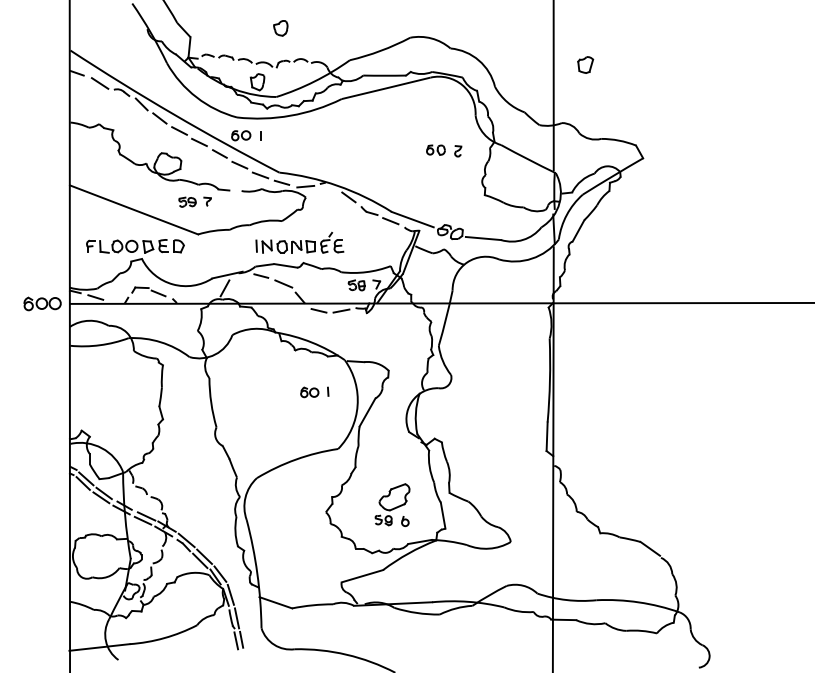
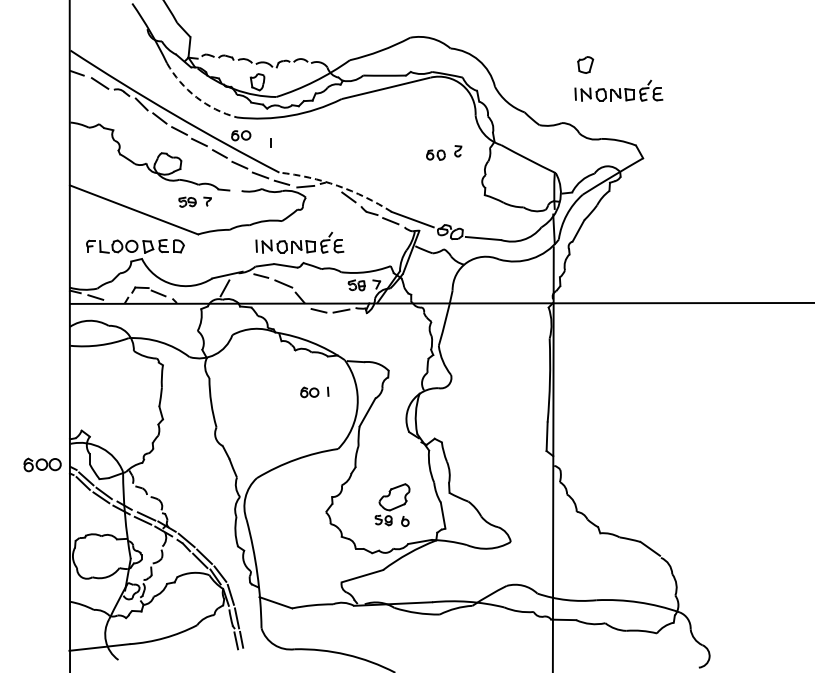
part at (280, 28): present -> none
line at (553, 86): present -> none
part at (618, 90): none -> present
arc at (196, 97): solid -> dashed
line at (260, 135) position: (260, 135) -> (270, 142)
part at (435, 149) position: (435, 149) -> (435, 154)
arc at (337, 185): solid -> dashed
part at (42, 303) position: (42, 303) -> (42, 464)
